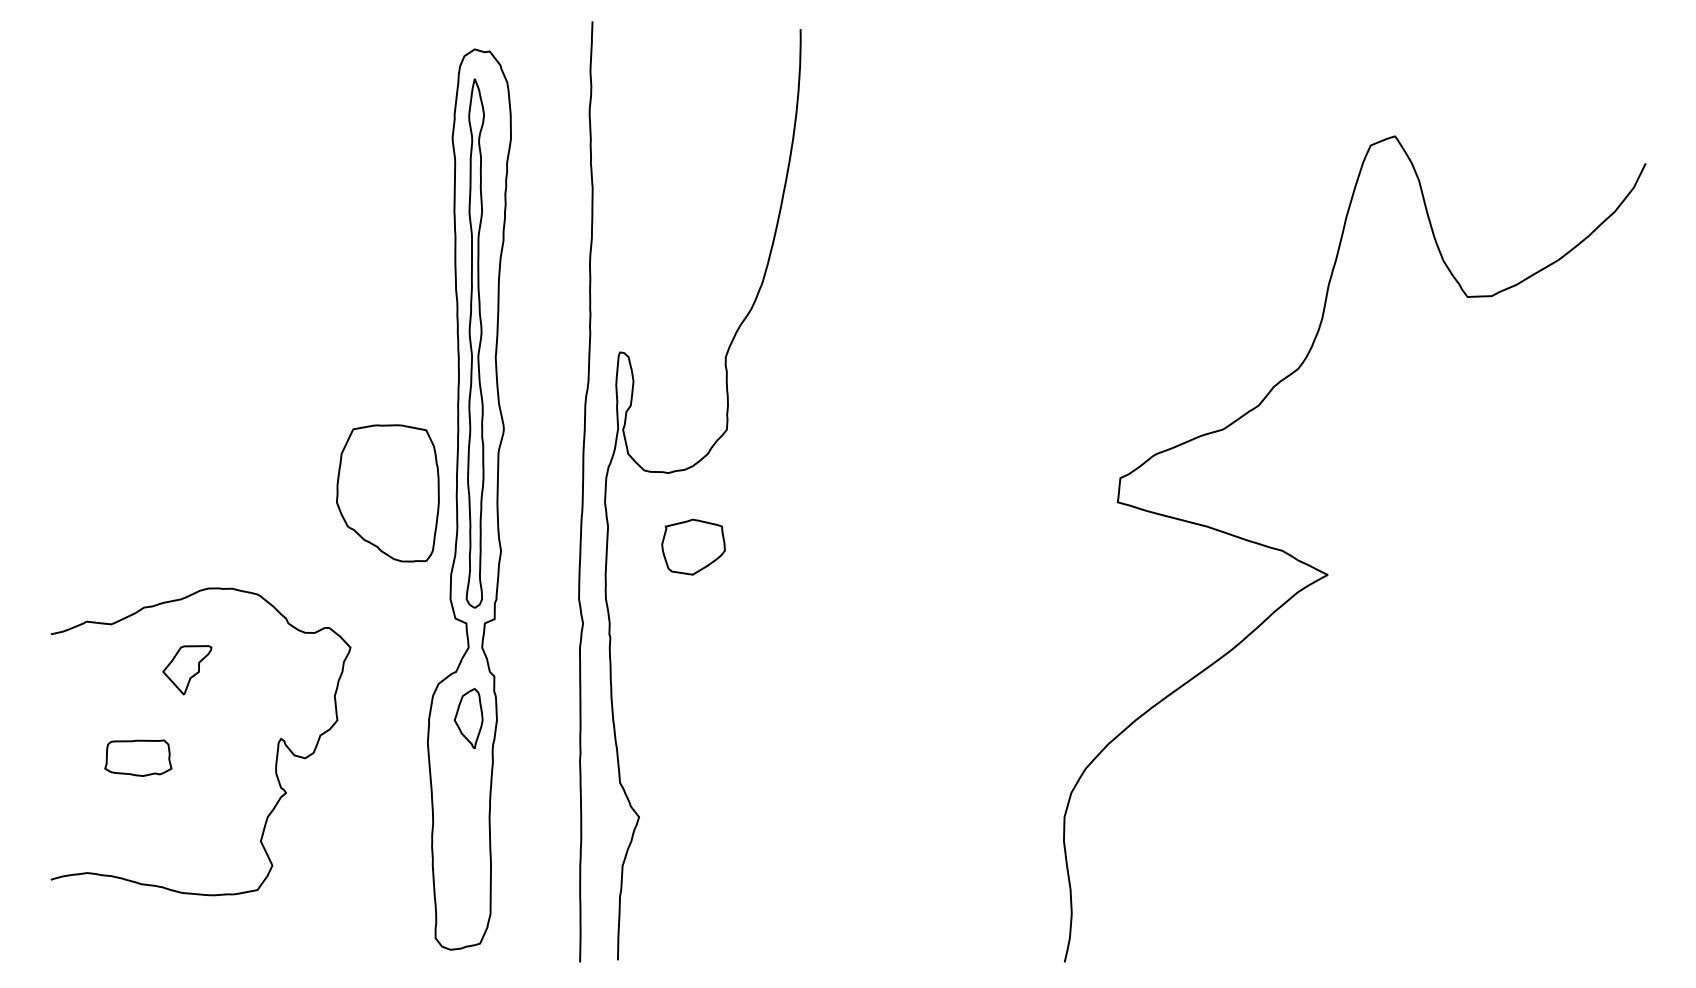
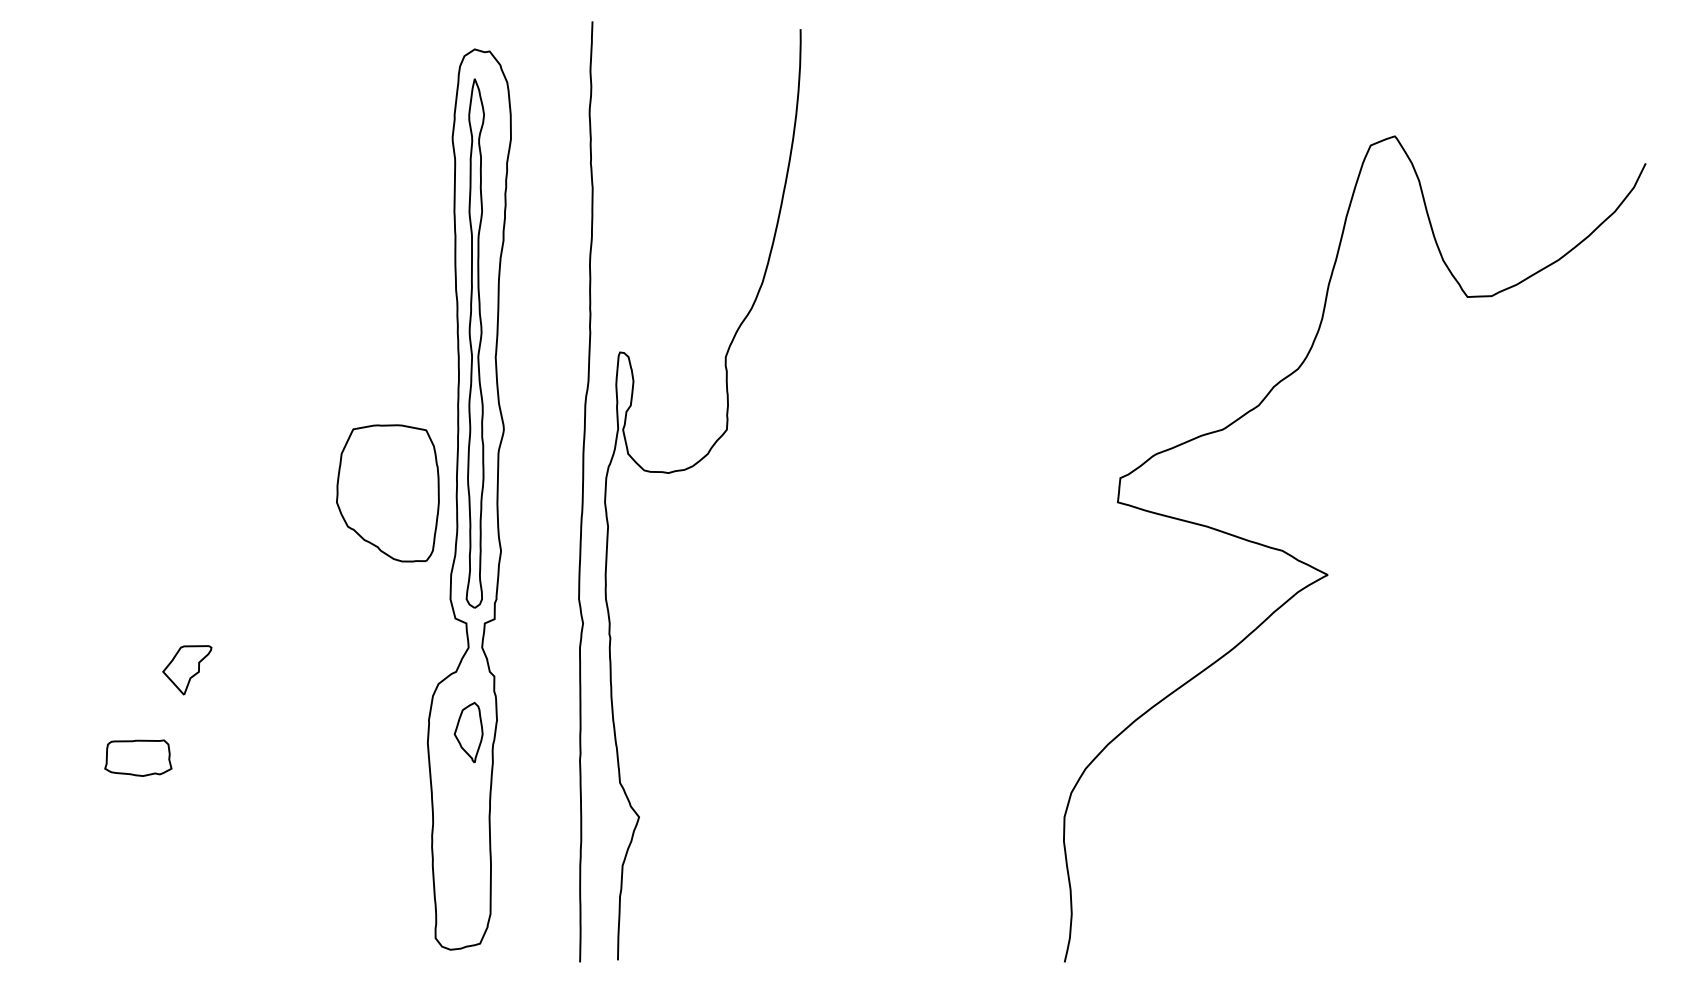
part at (693, 546): present -> none
part at (468, 718) position: (468, 718) -> (468, 732)
curve at (276, 751): present -> none
